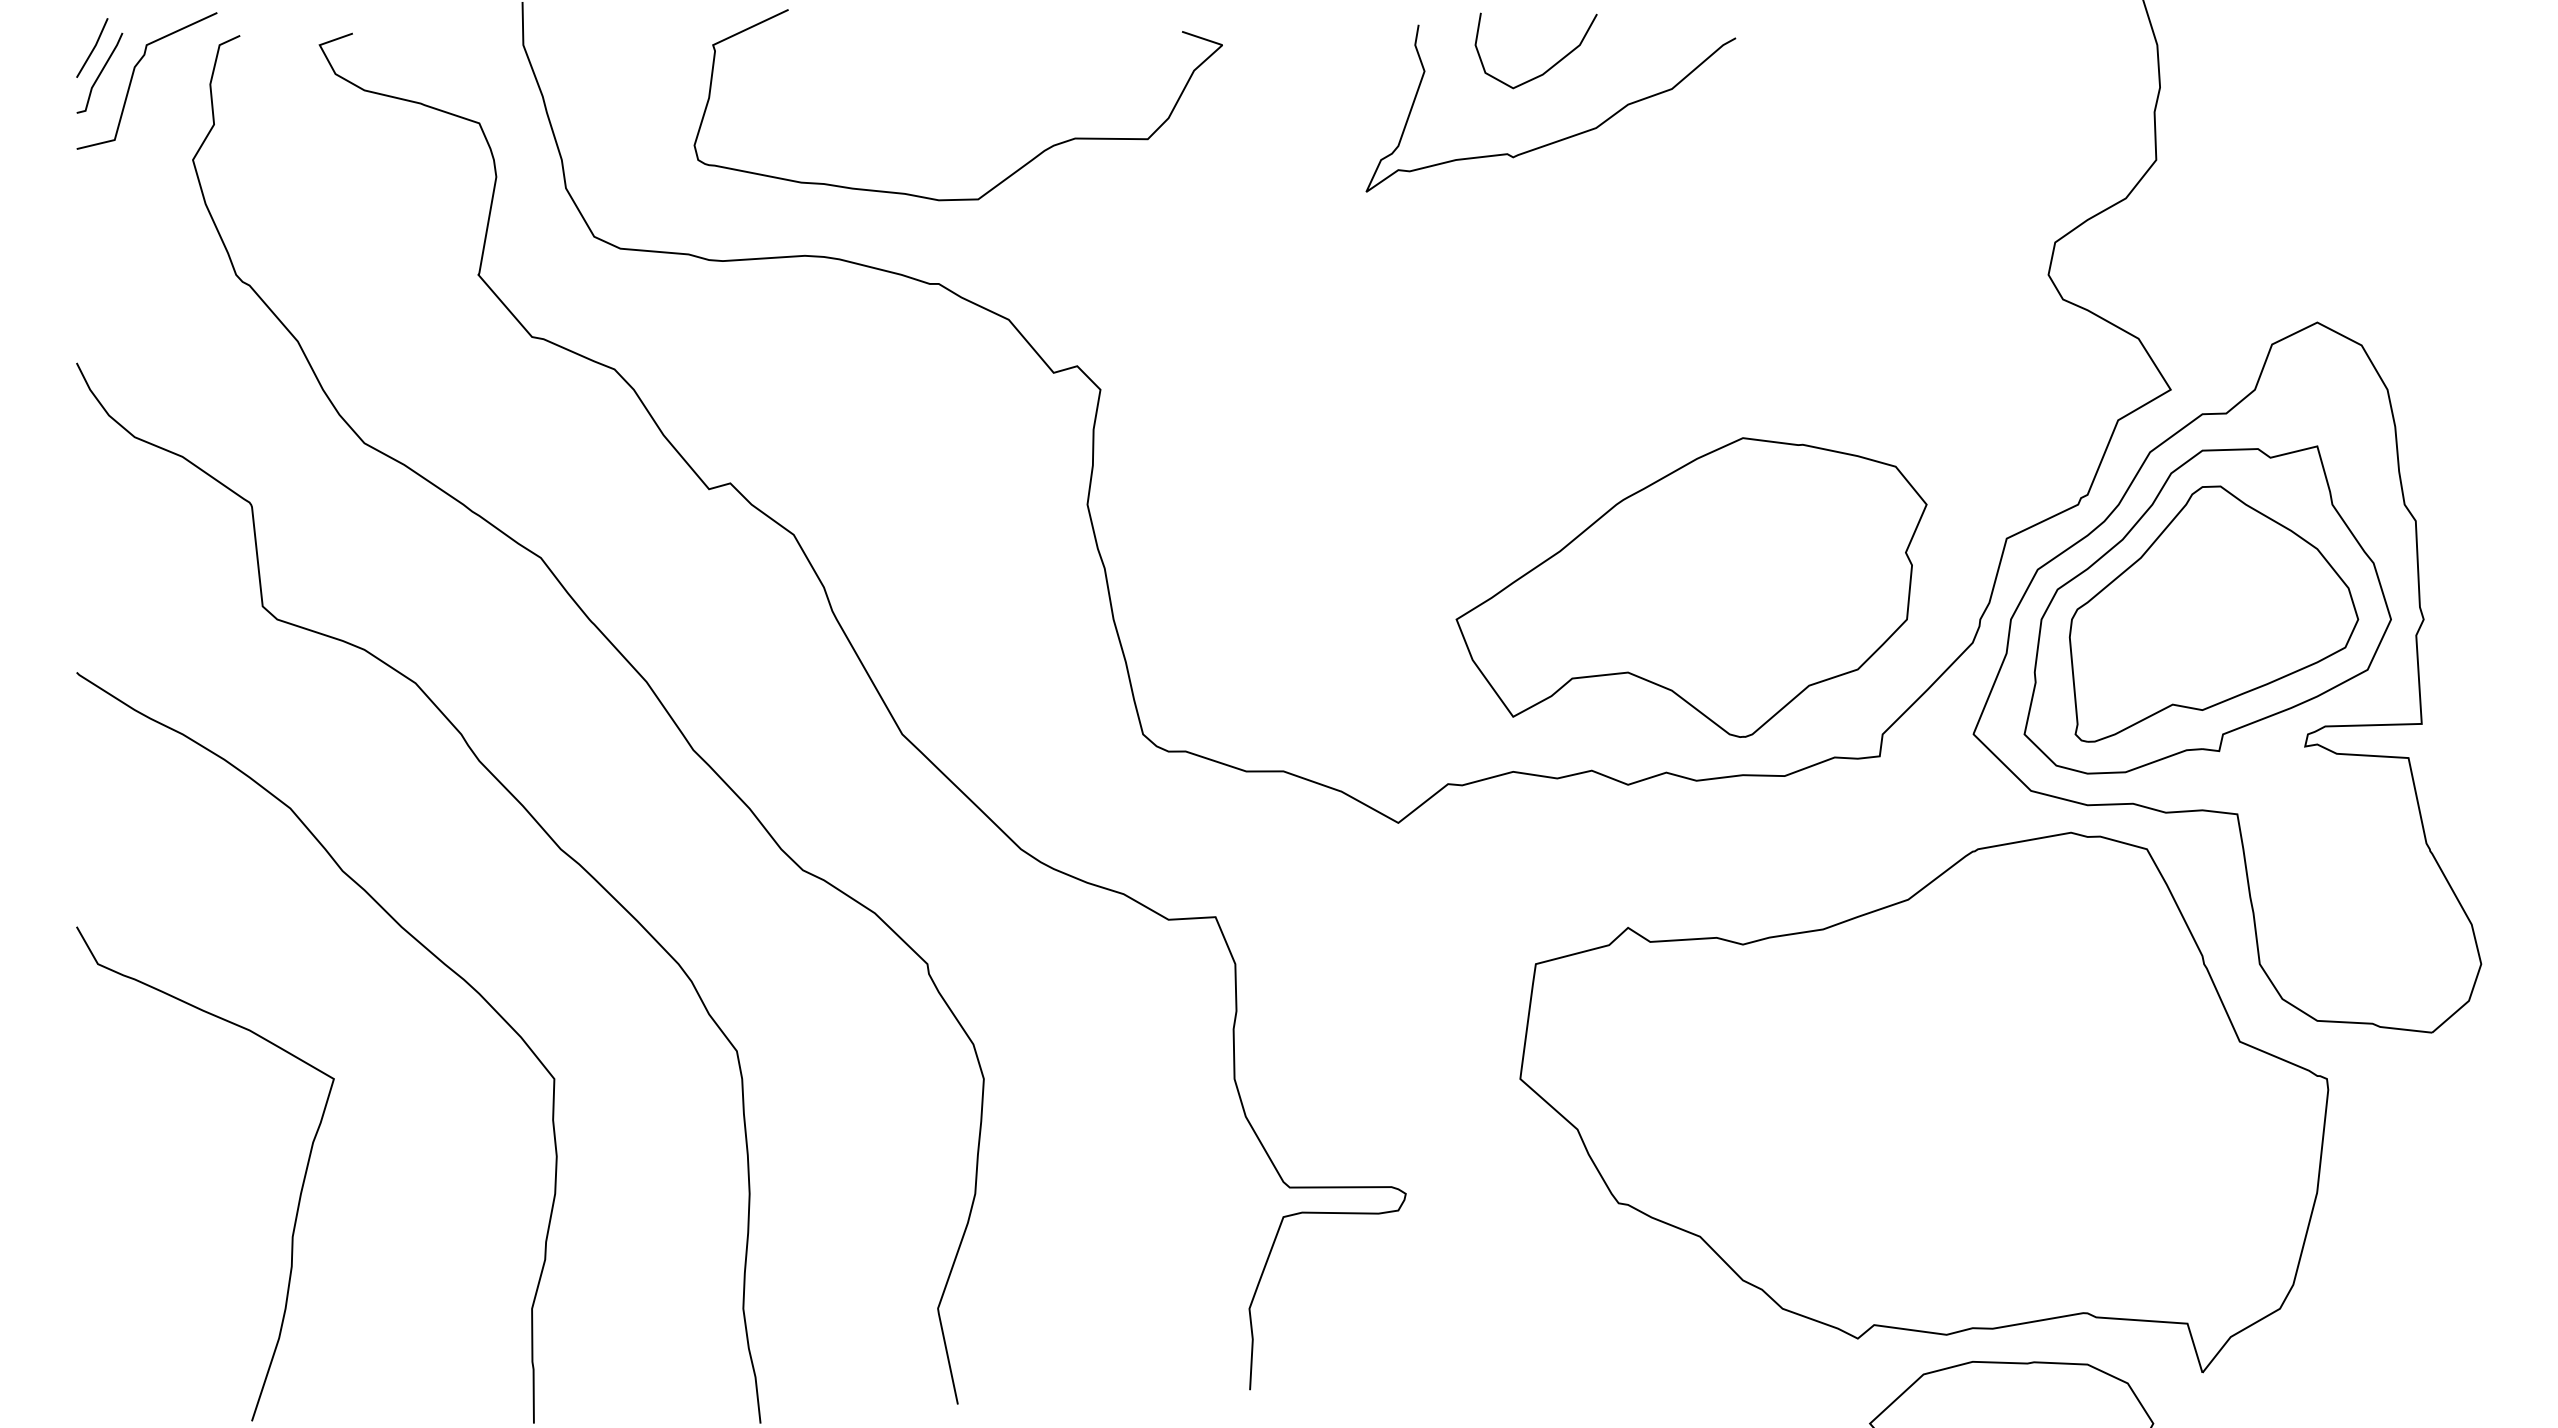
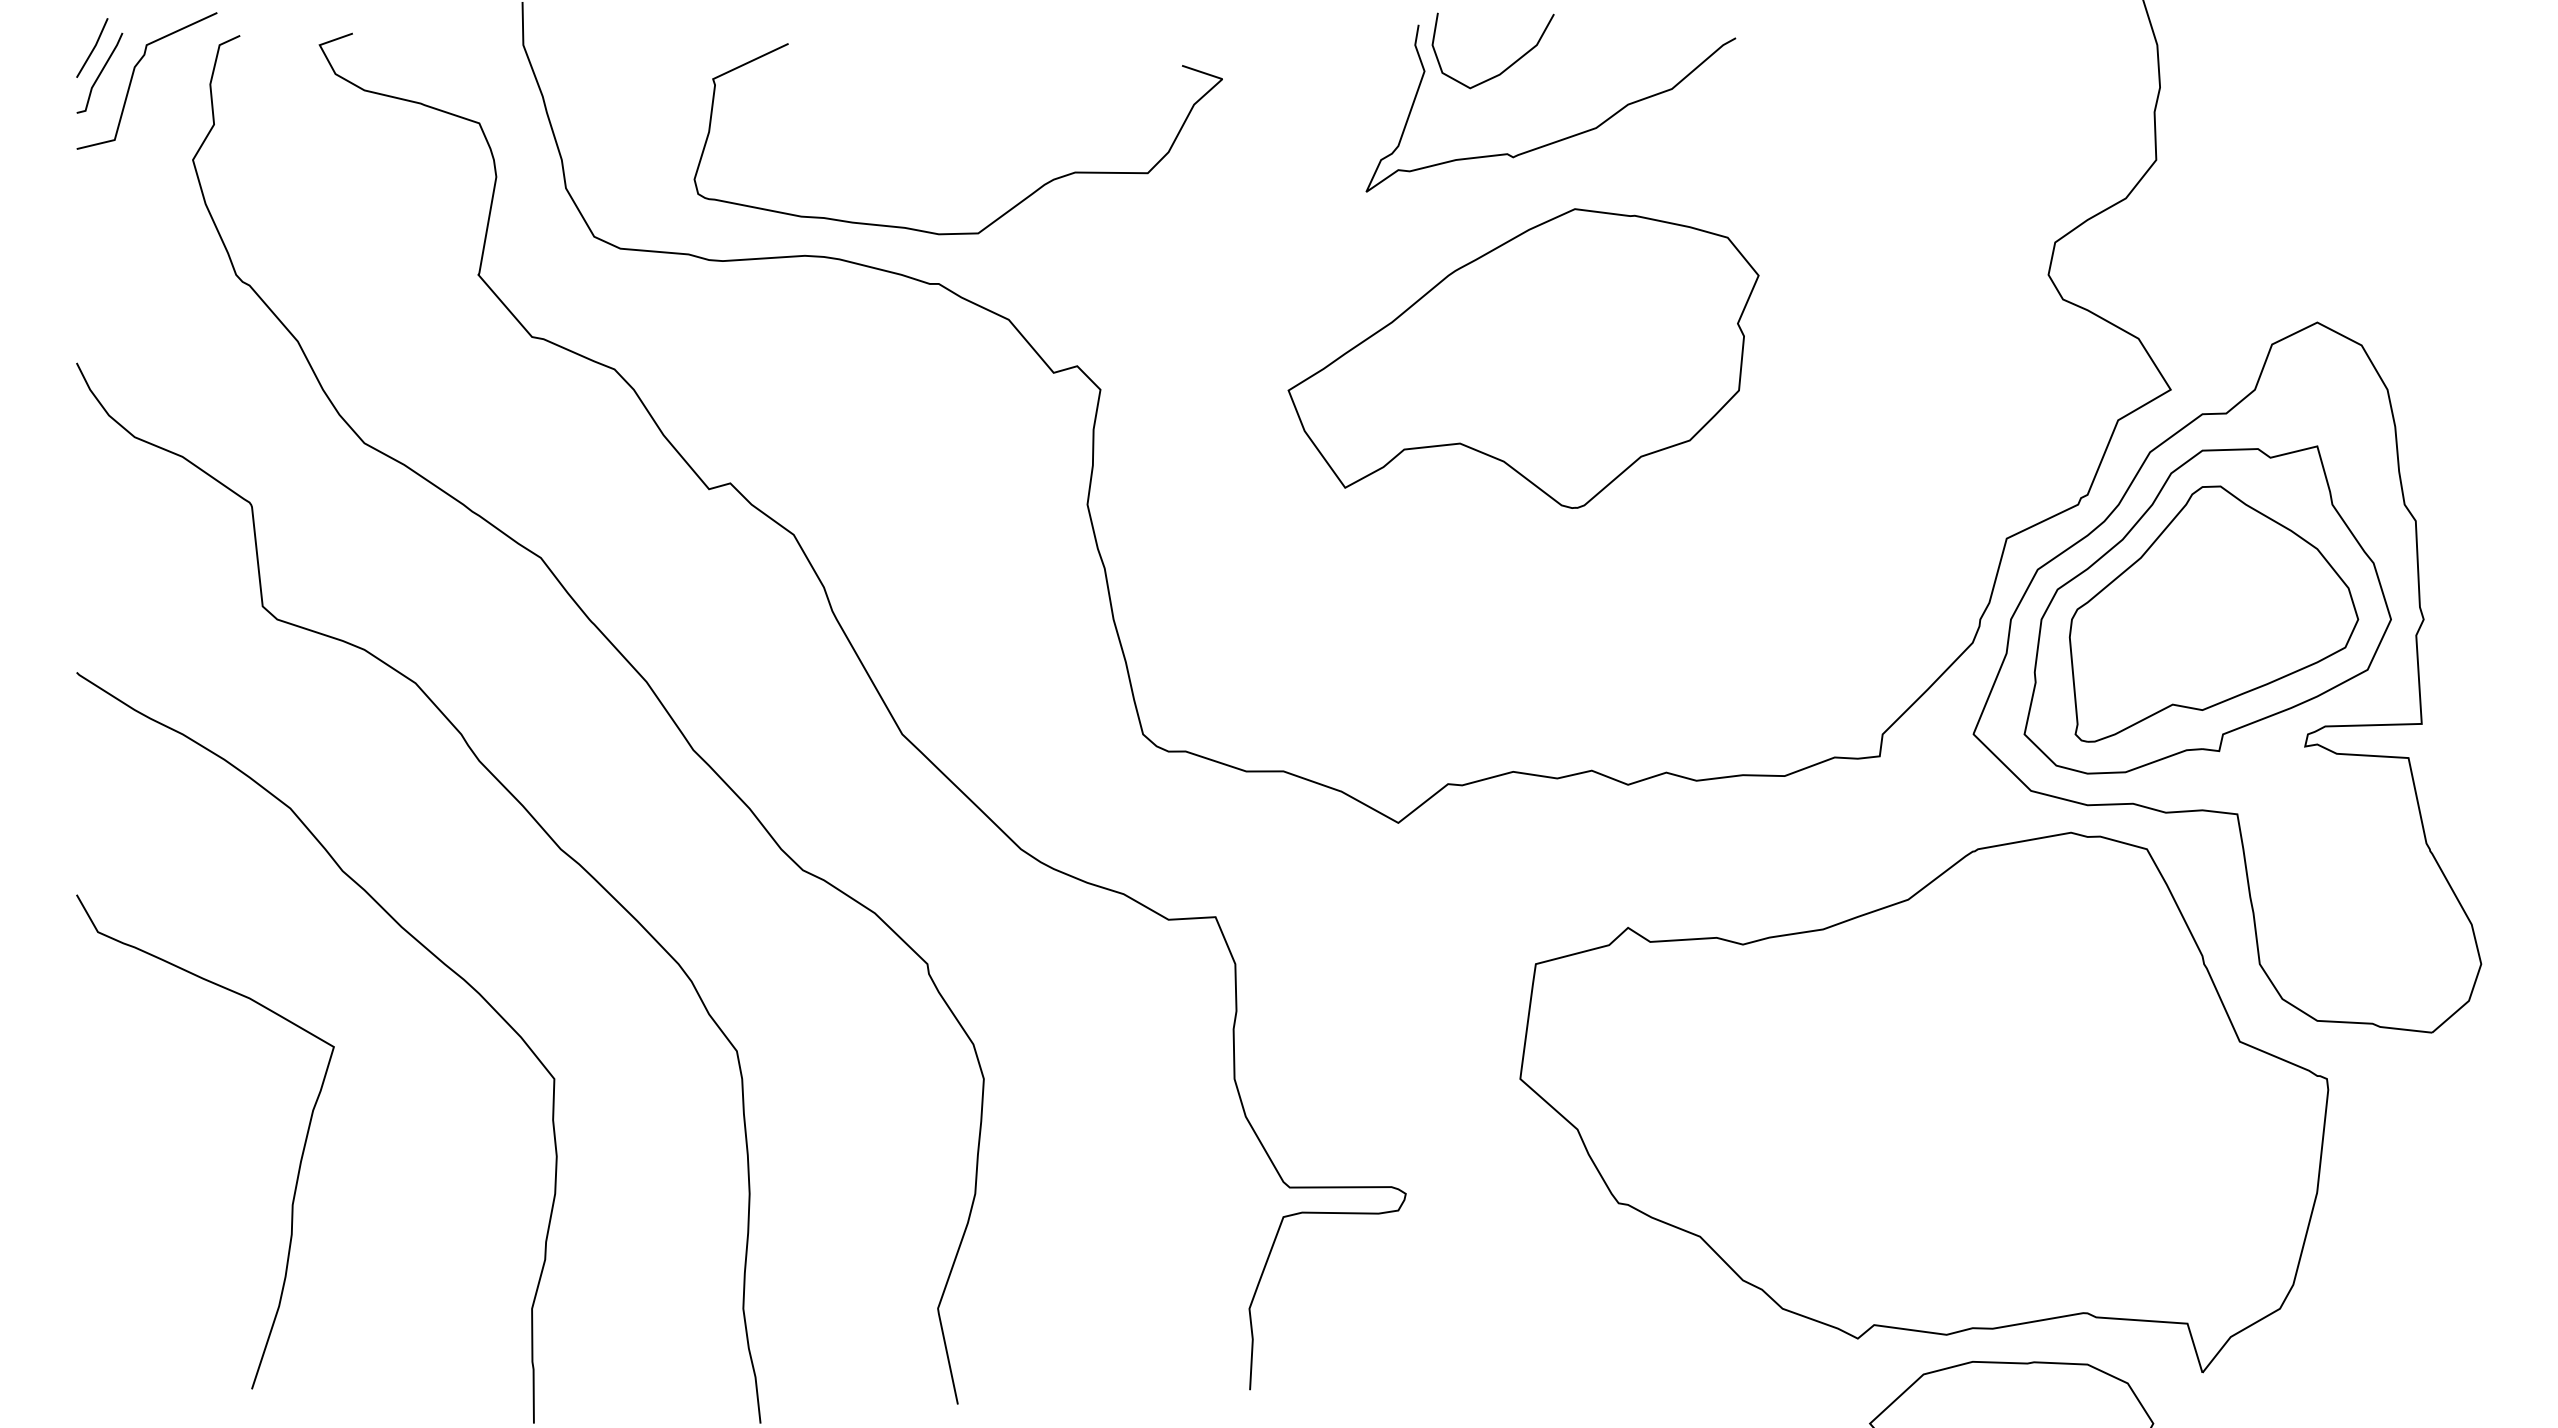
curve at (1548, 68) position: (1548, 68) -> (1505, 68)
curve at (1007, 176) position: (1007, 176) -> (1007, 210)
part at (1691, 587) position: (1691, 587) -> (1523, 358)
curve at (299, 1194) position: (299, 1194) -> (299, 1162)
